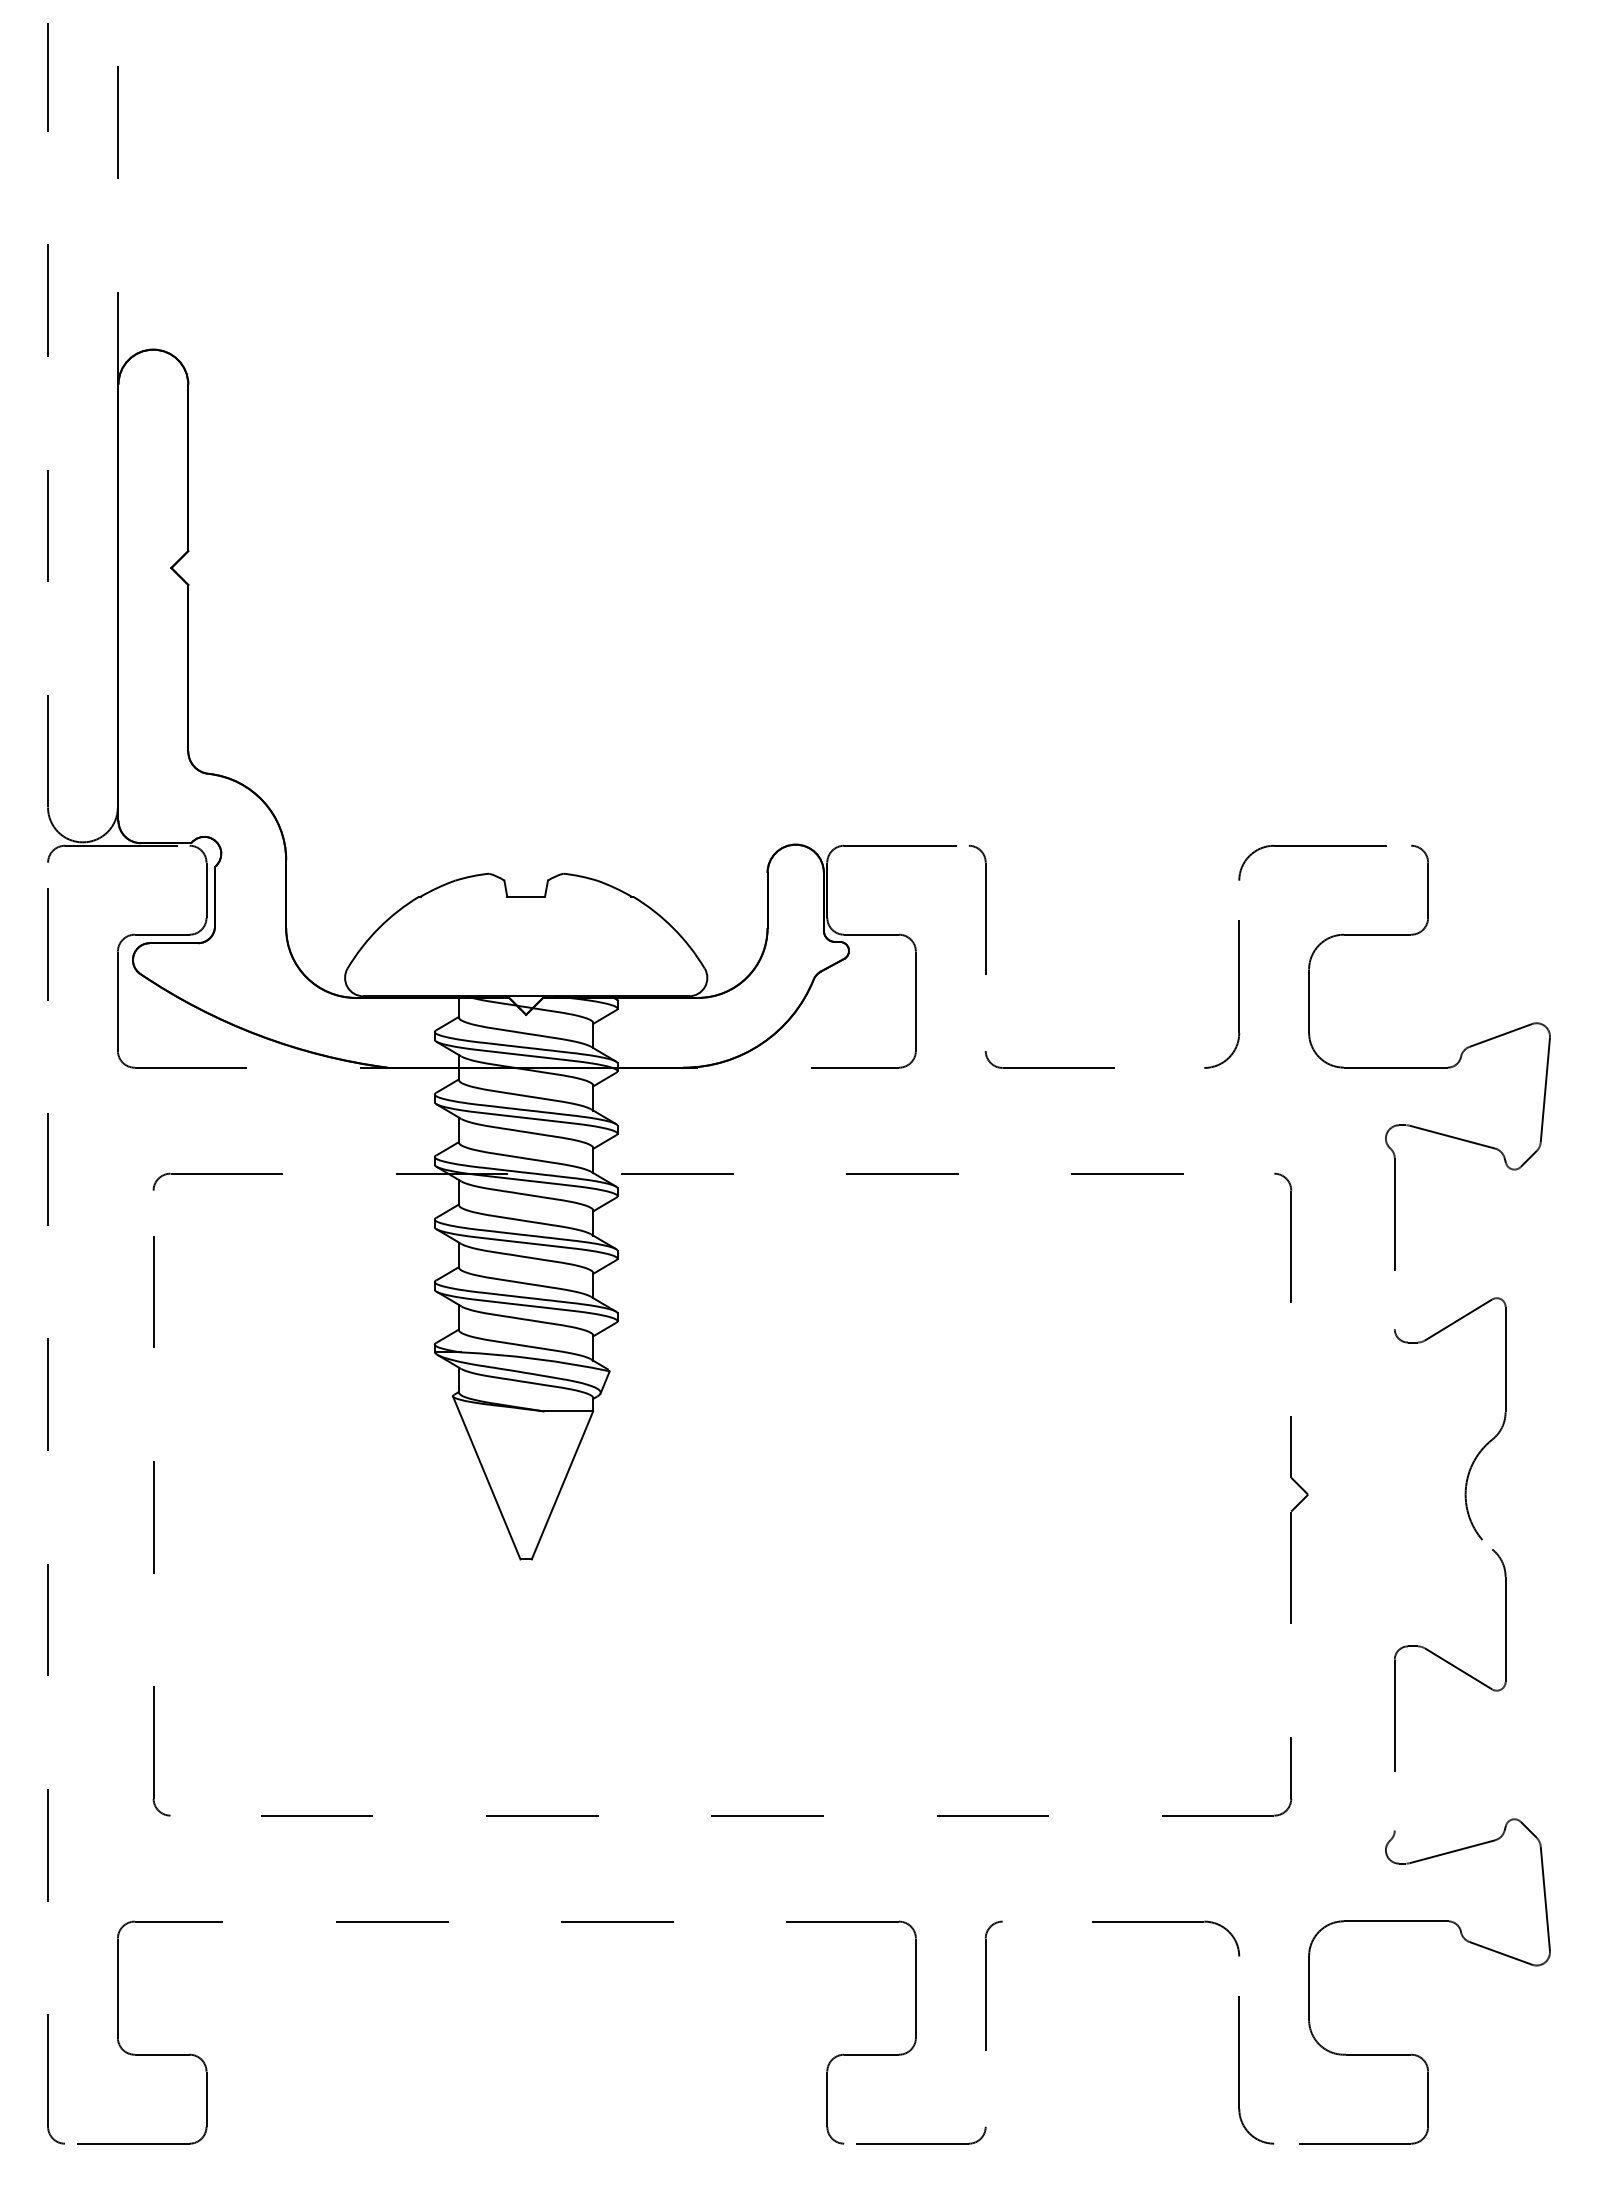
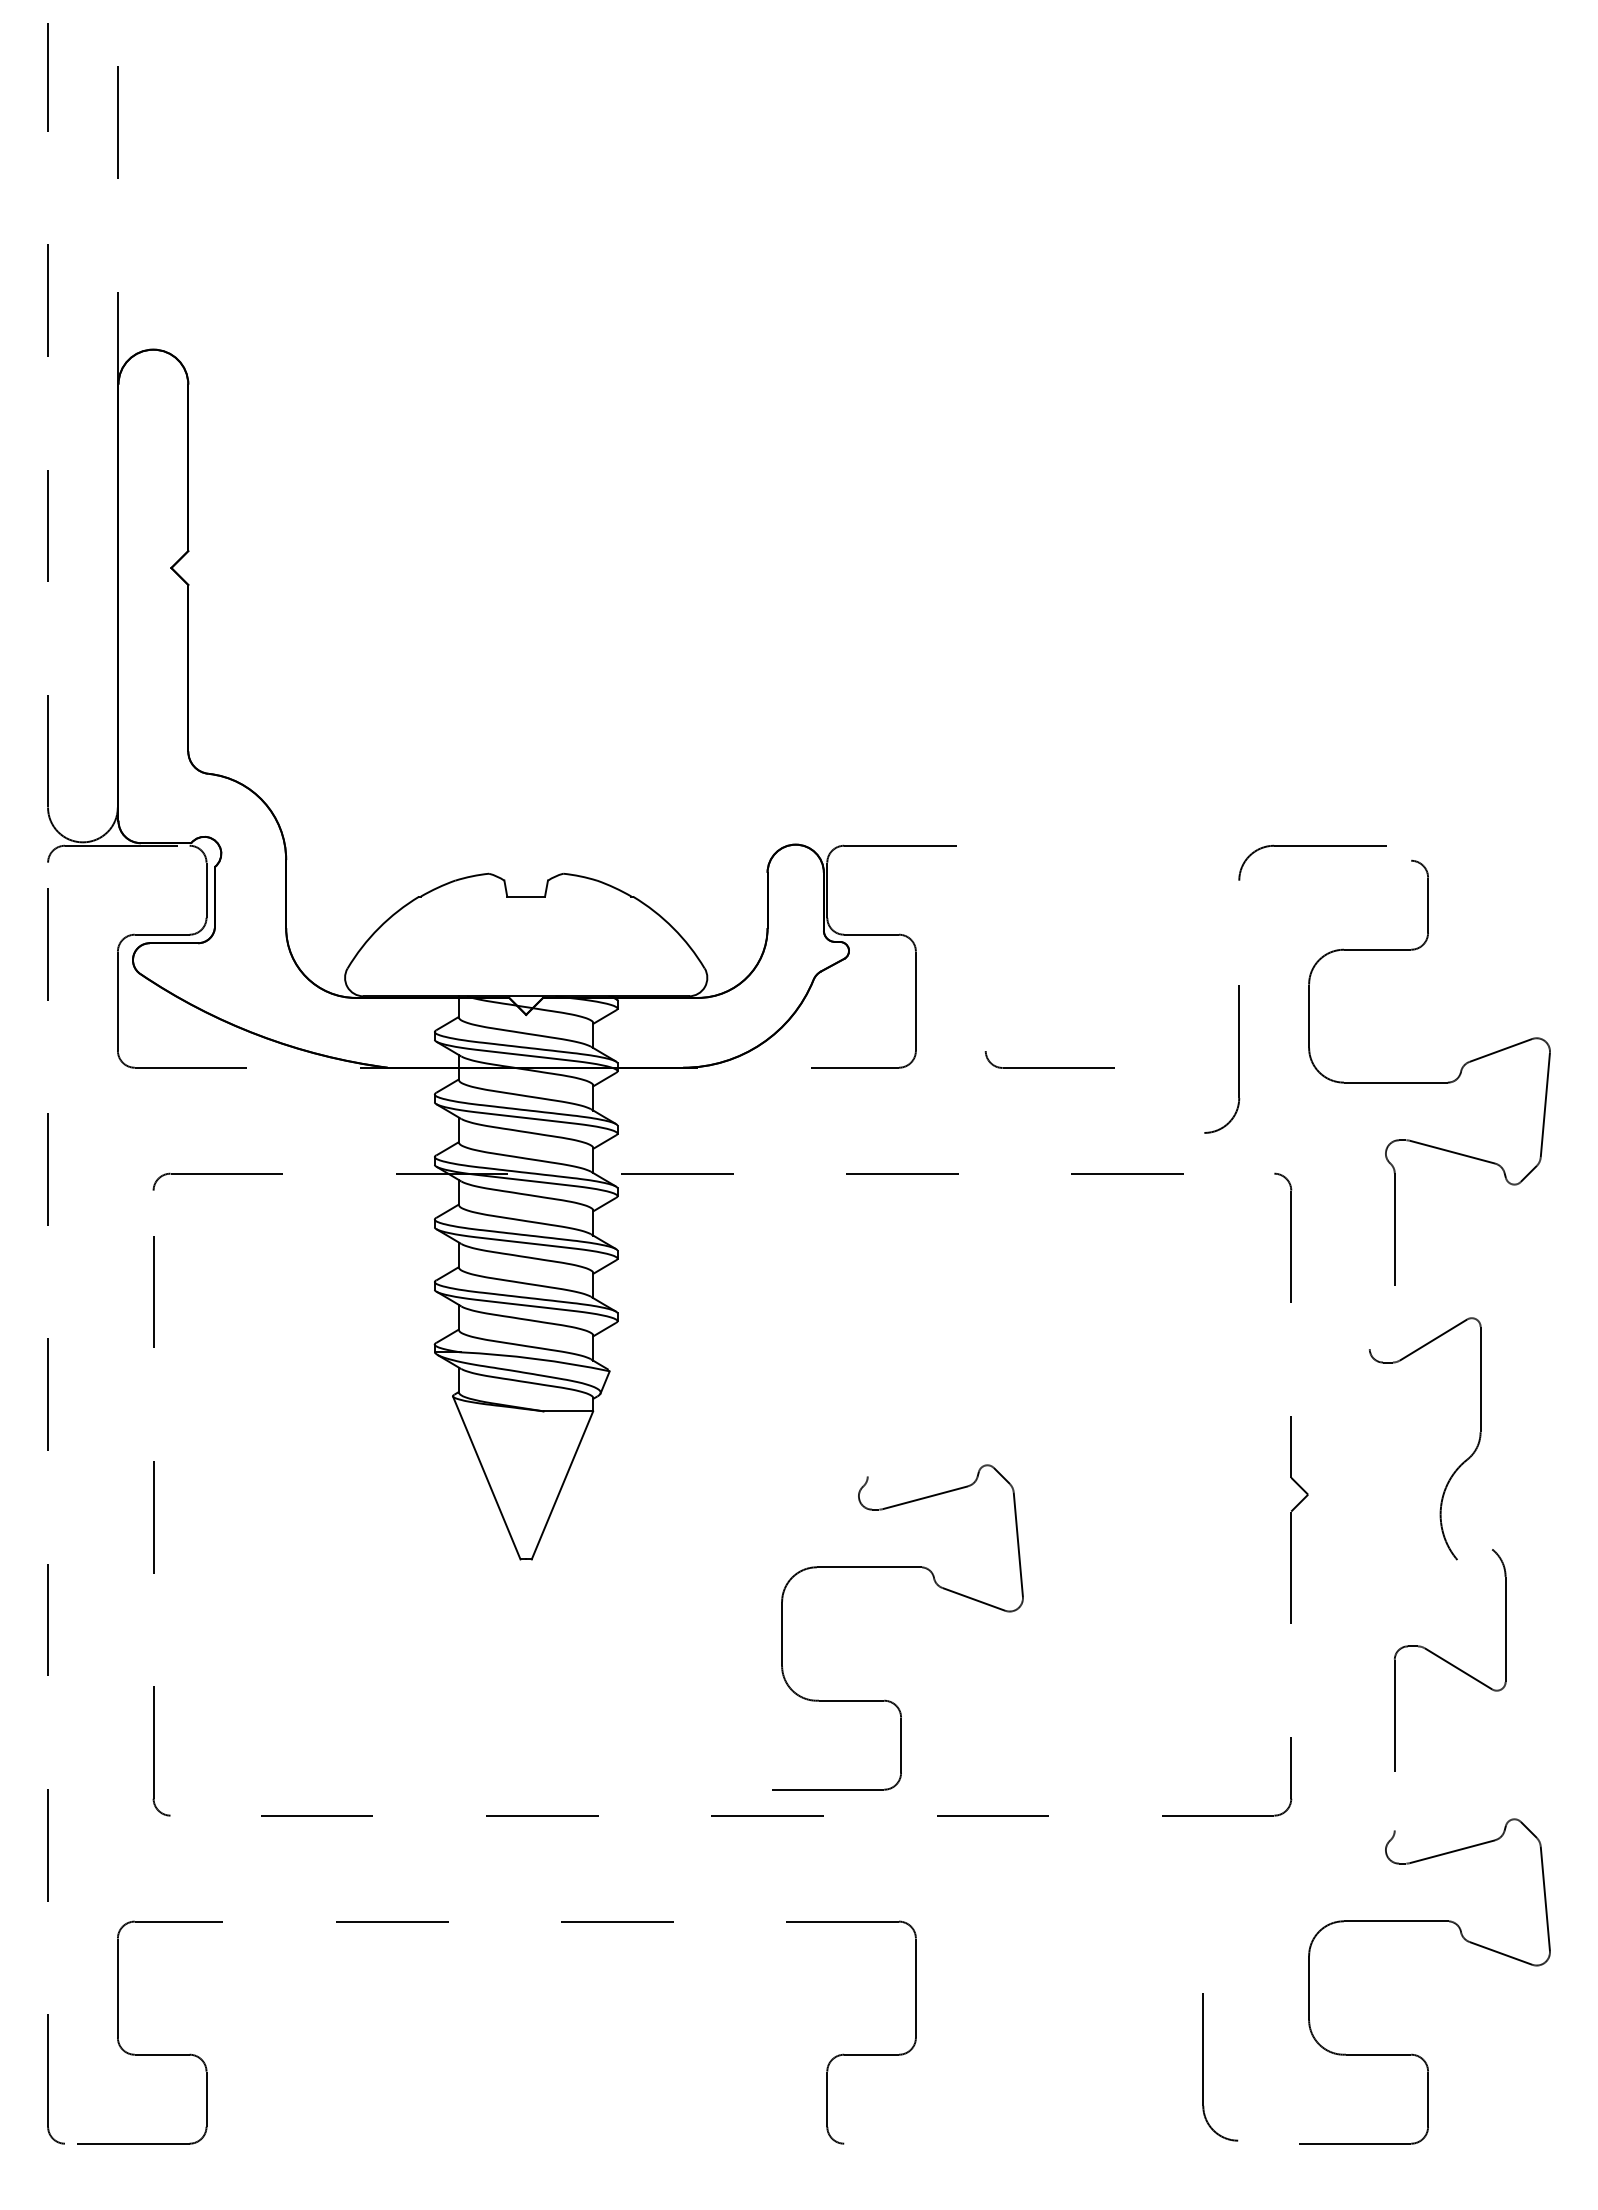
part at (985, 909): present -> none
part at (1238, 994) position: (1238, 994) -> (1238, 1059)
part at (1429, 1067) position: (1429, 1067) -> (1429, 1082)
part at (1481, 1448) position: (1481, 1448) -> (1456, 1468)
part at (937, 1586): none -> present
part at (1166, 1922): present -> none
part at (986, 1985): present -> none
part at (1239, 2070) position: (1239, 2070) -> (1203, 2067)
part at (921, 2143): present -> none
